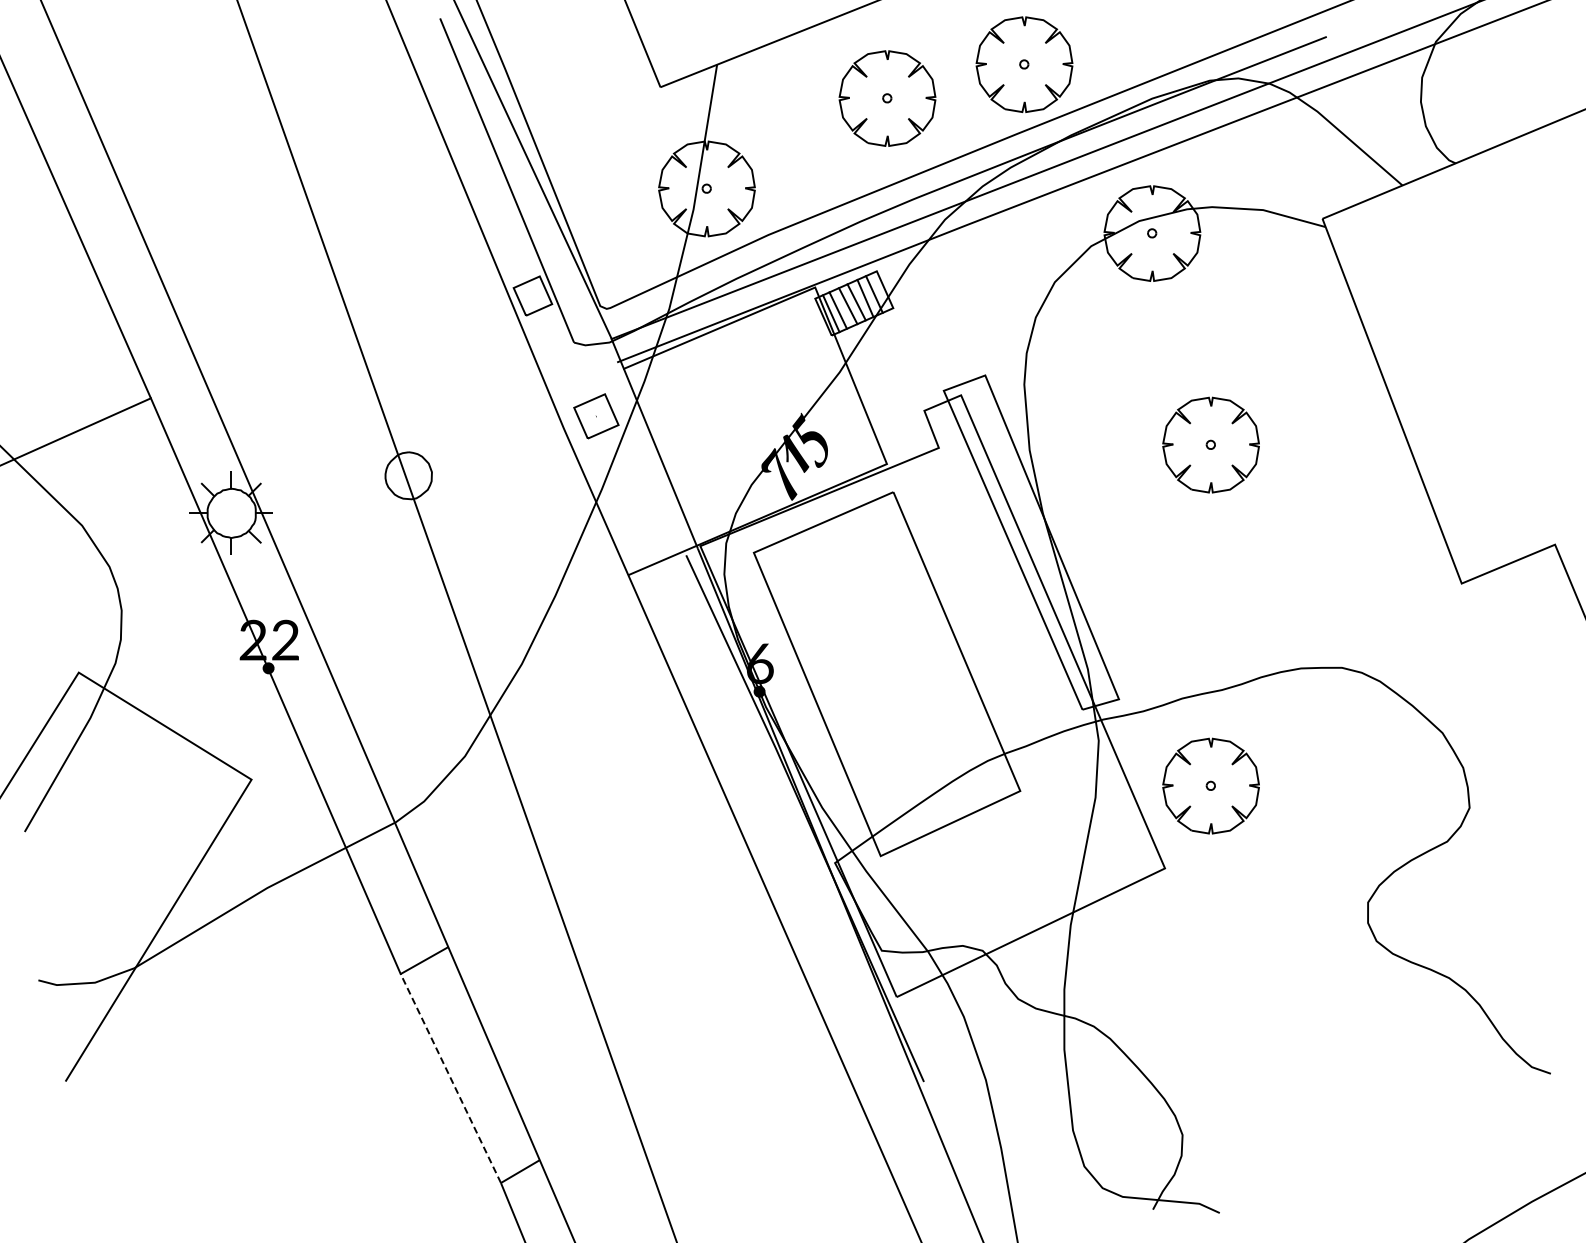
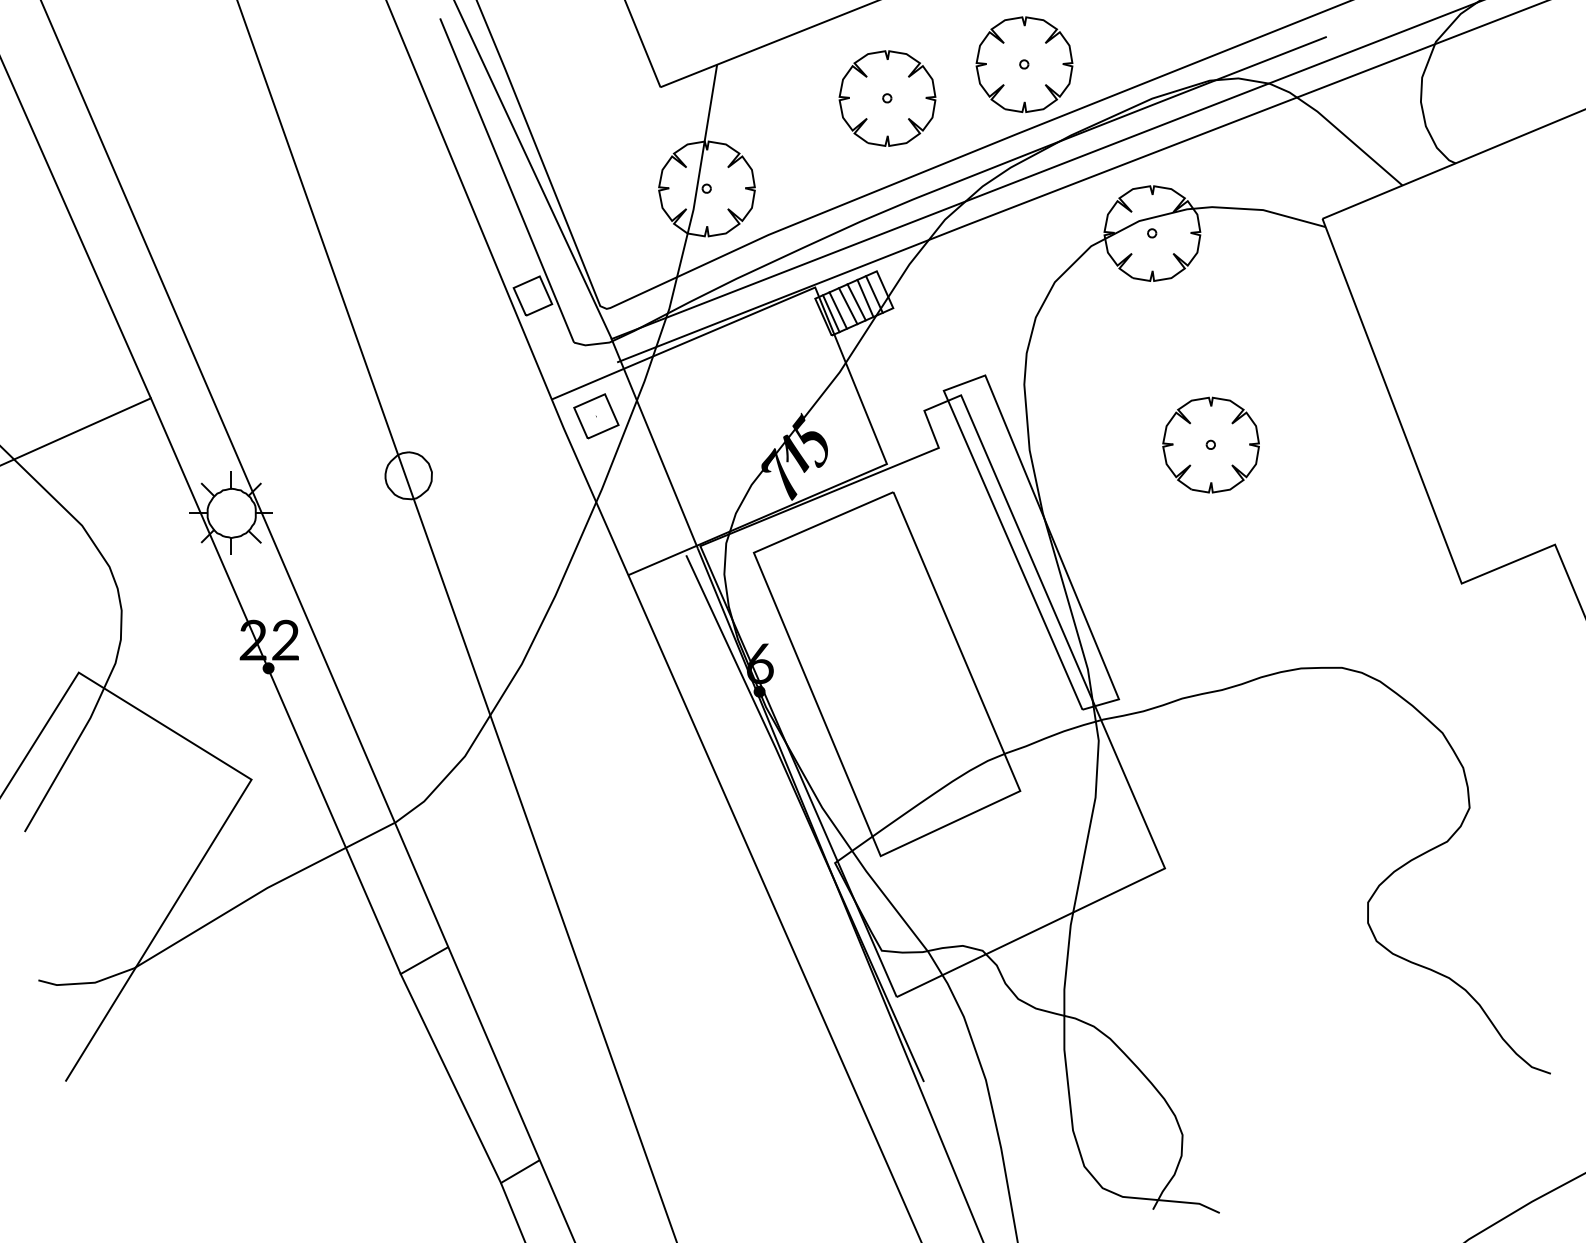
line at (587, 383): none -> present
part at (1210, 785): present -> none
line at (450, 1078): dashed -> solid
